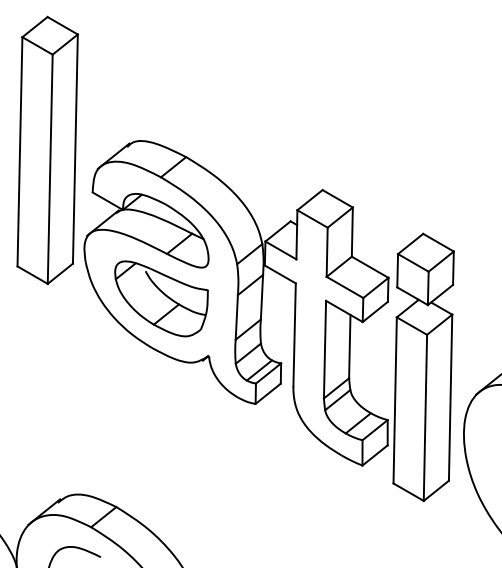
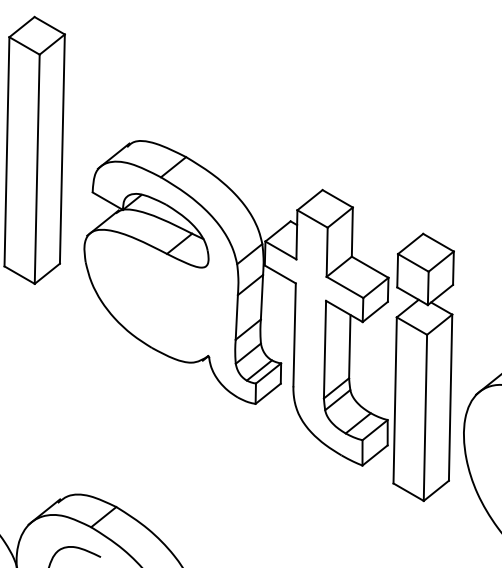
part at (47, 149) position: (47, 149) -> (34, 149)
part at (161, 298): present -> none
